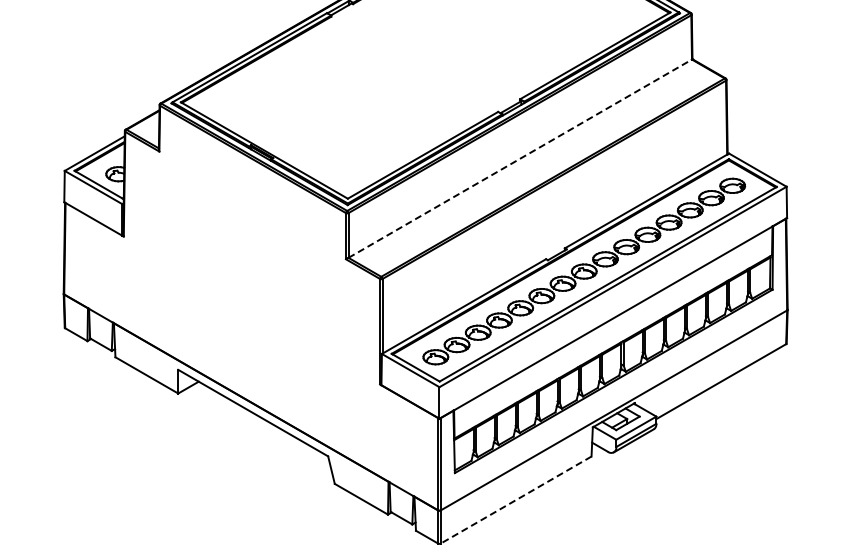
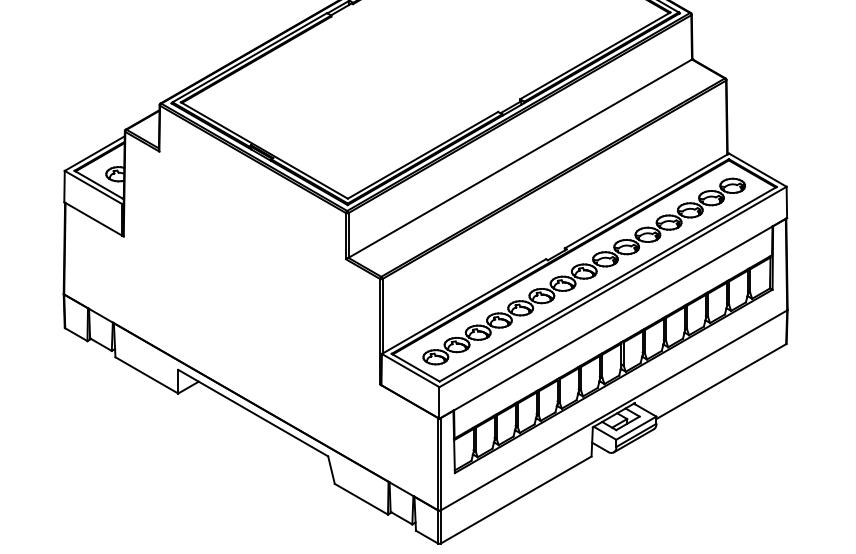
line at (520, 158): dashed -> solid
line at (515, 500): dashed -> solid
